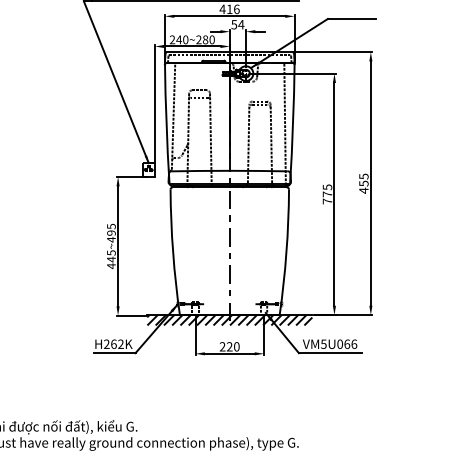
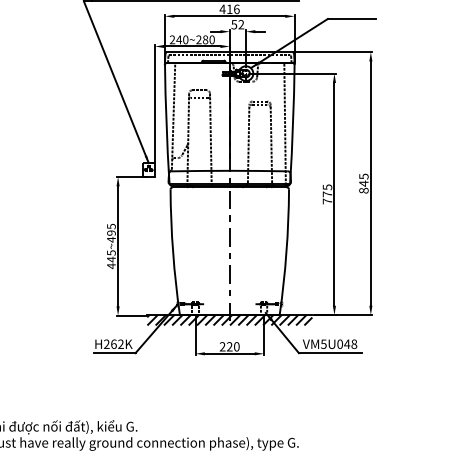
text at (241, 24): 54 -> 52
text at (363, 186): 455 -> 845
text at (350, 343): VM5U066 -> VM5U048
